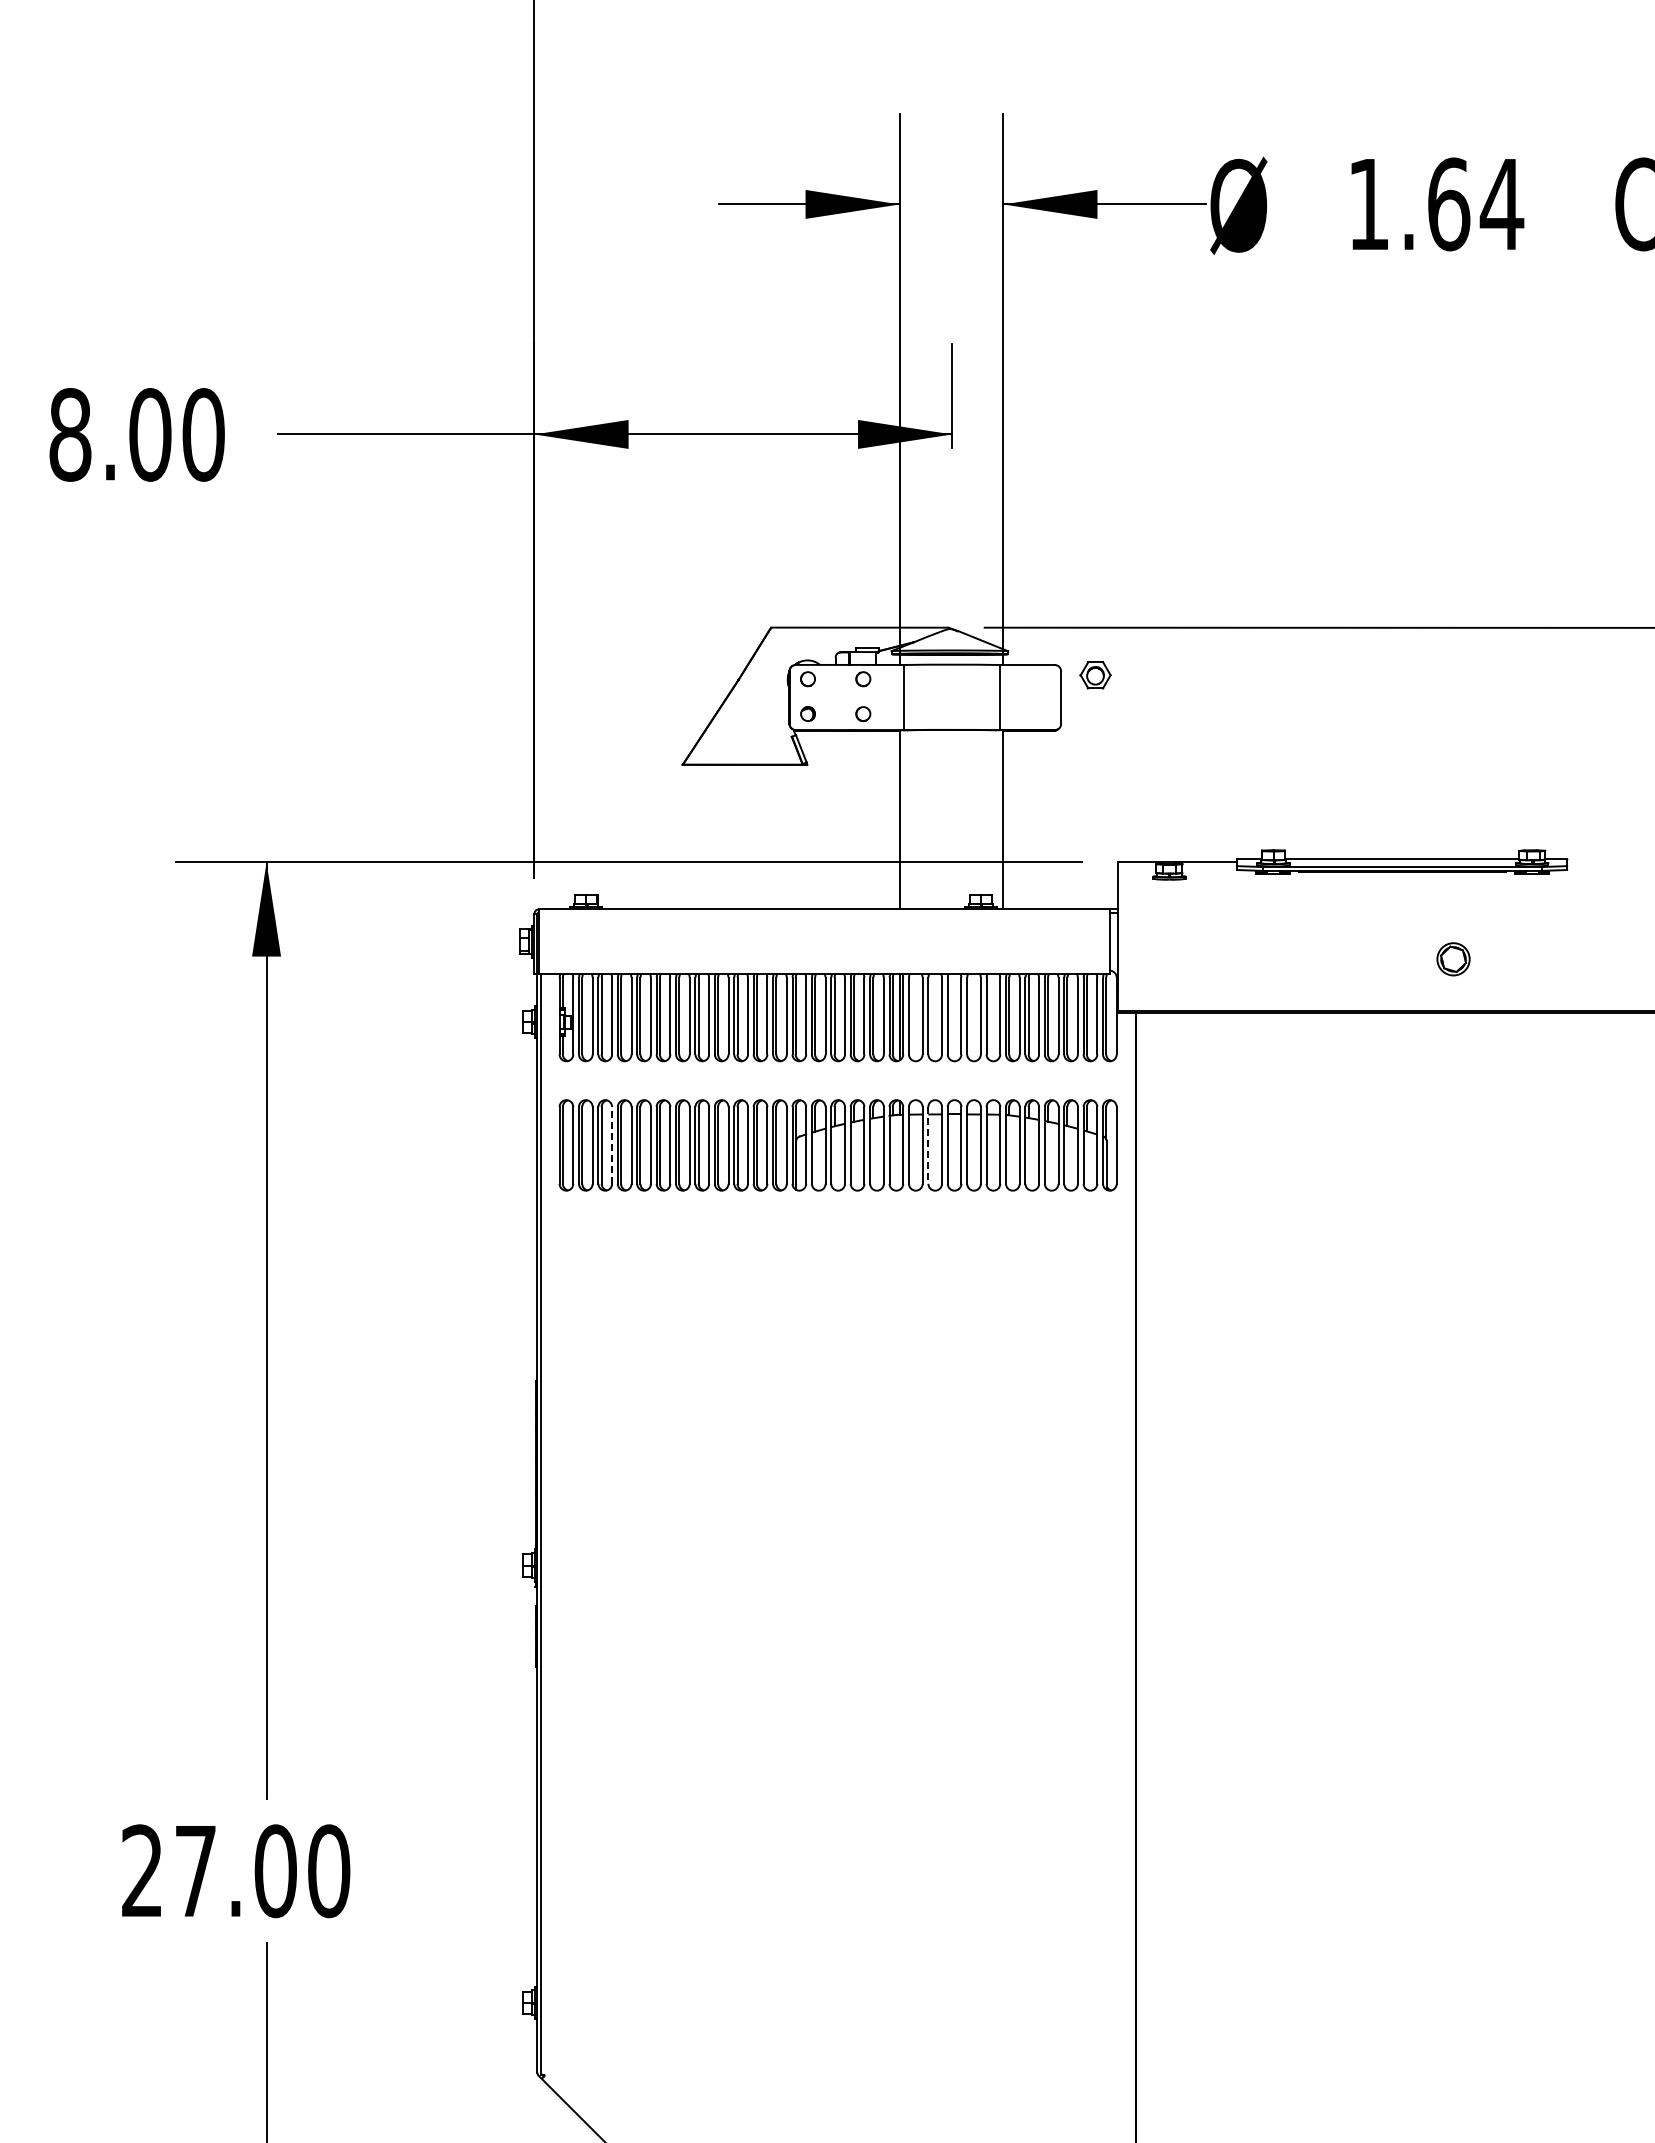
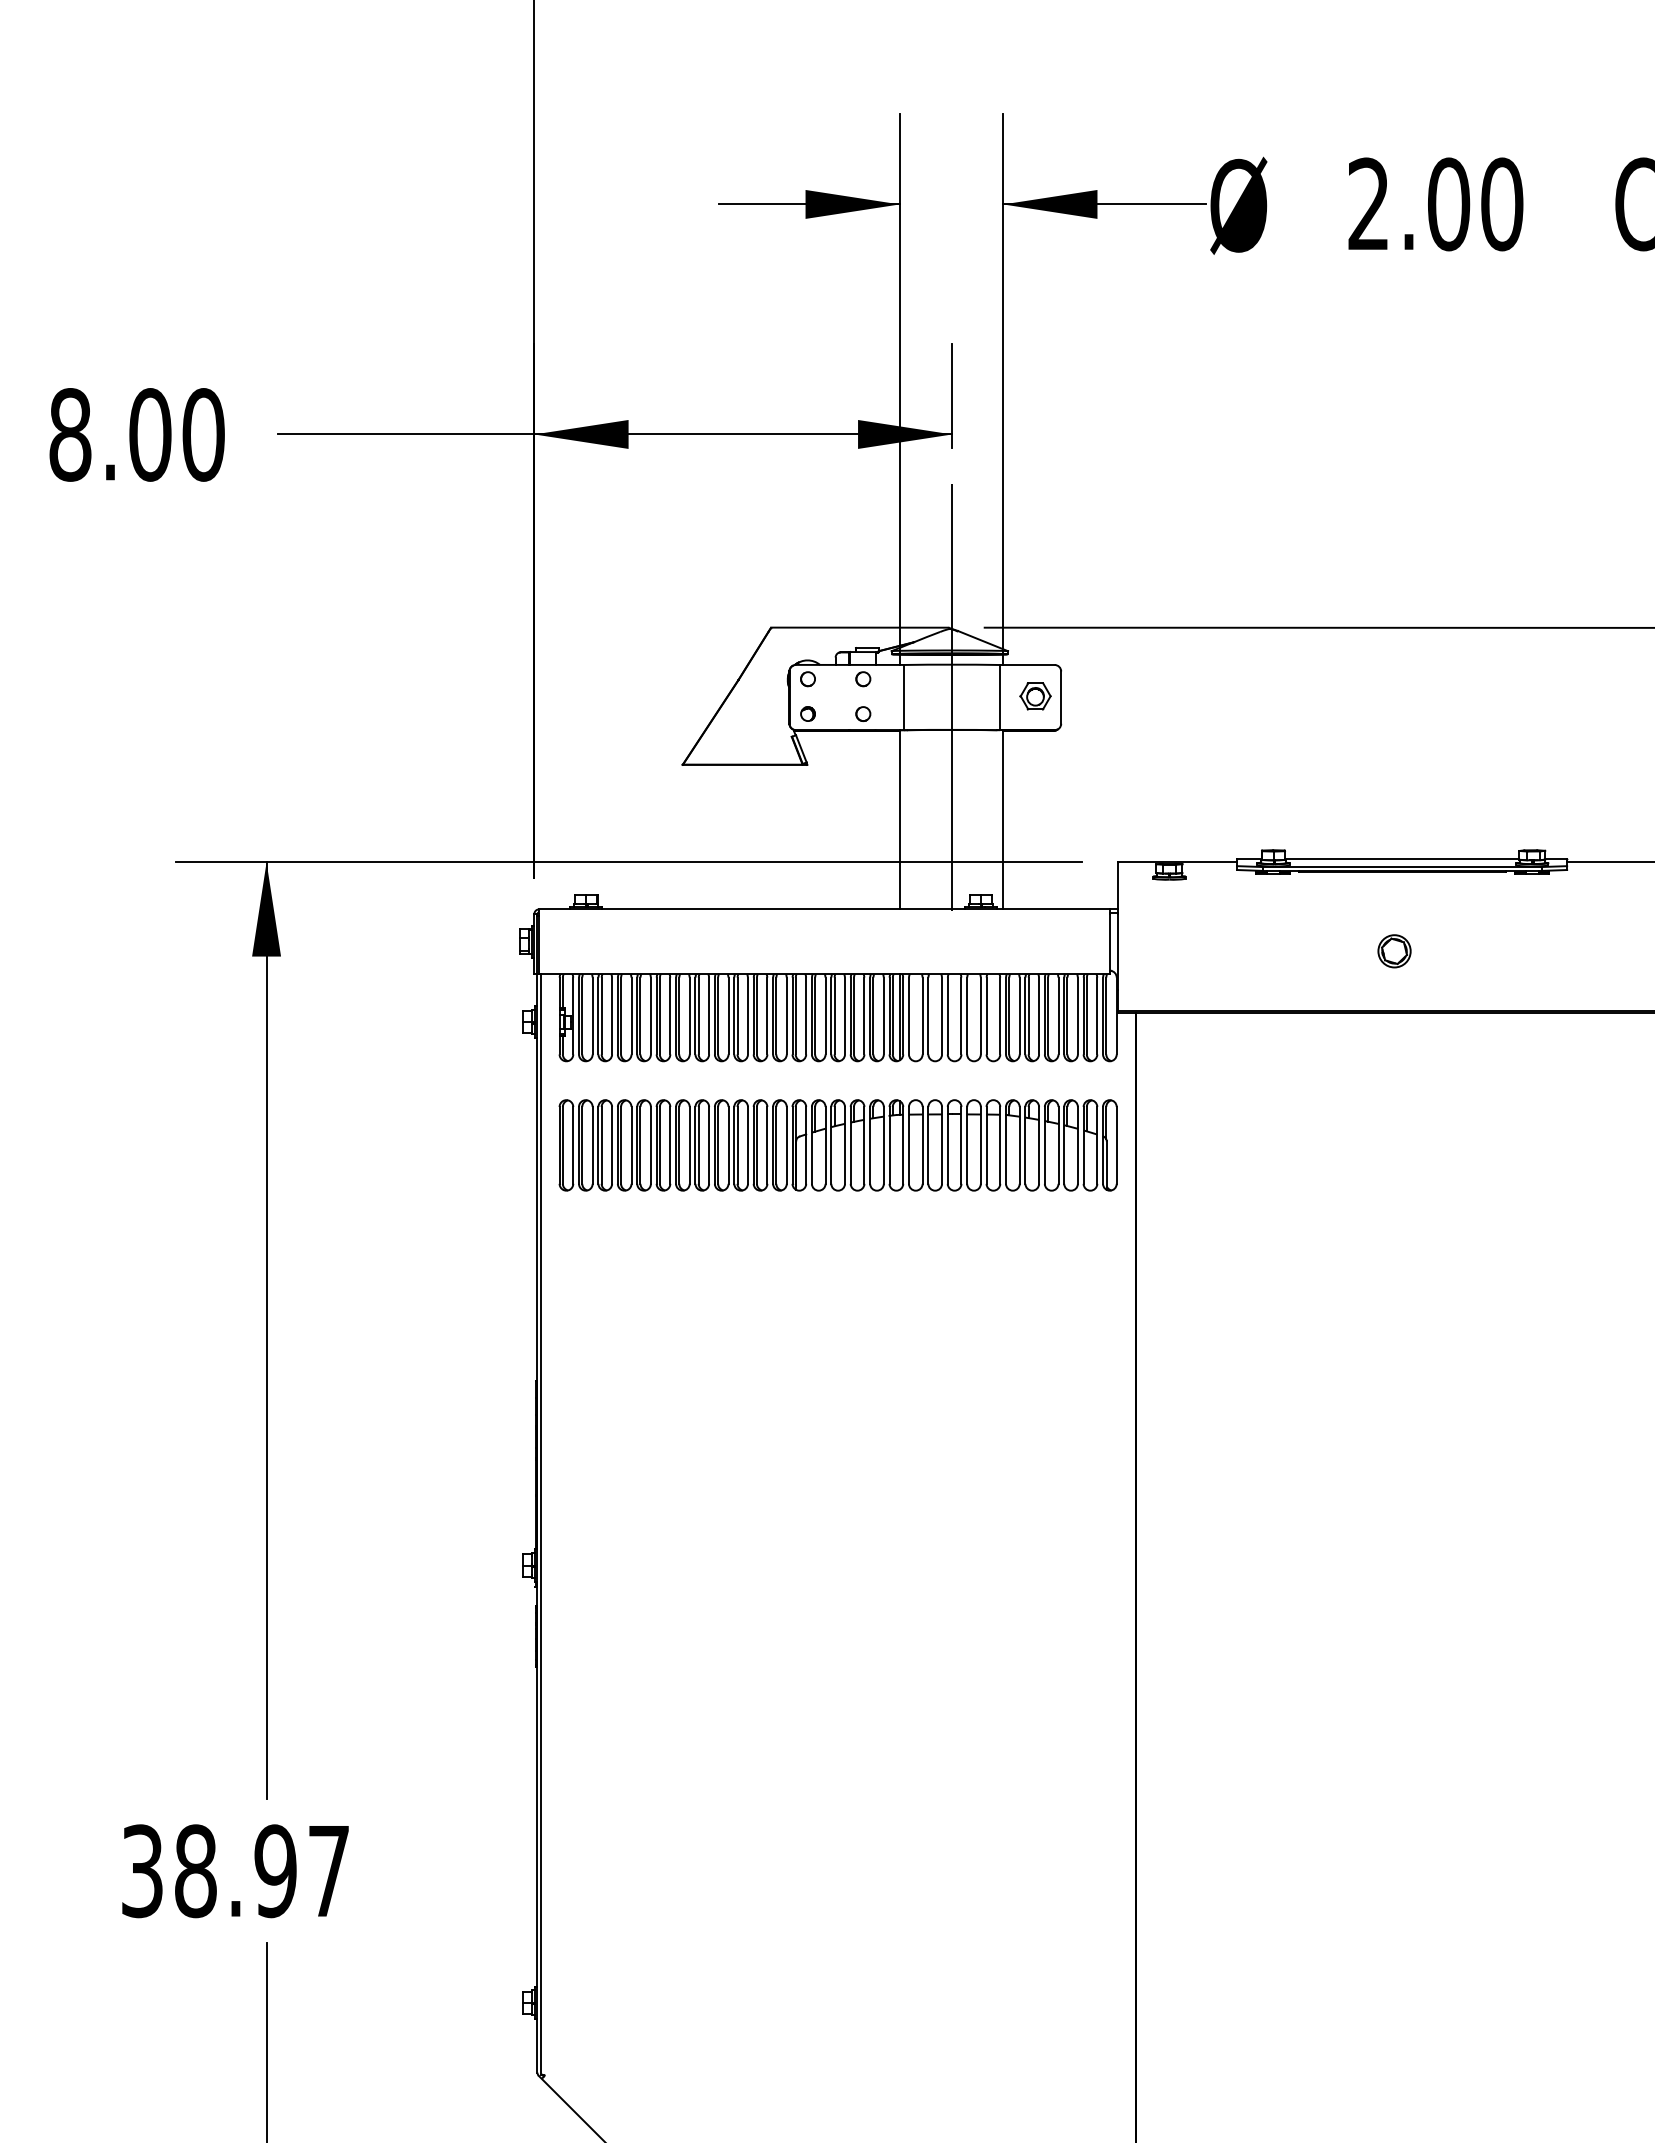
text at (1436, 204): 1.64 -> 2.00
part at (1095, 675) position: (1095, 675) -> (1035, 696)
line at (952, 697): none -> present
line at (1609, 862): none -> present
part at (1453, 959) position: (1453, 959) -> (1394, 951)
line at (612, 1144): dashed -> solid
line at (928, 1145): dashed -> solid
text at (236, 1871): 27.00 -> 38.97
